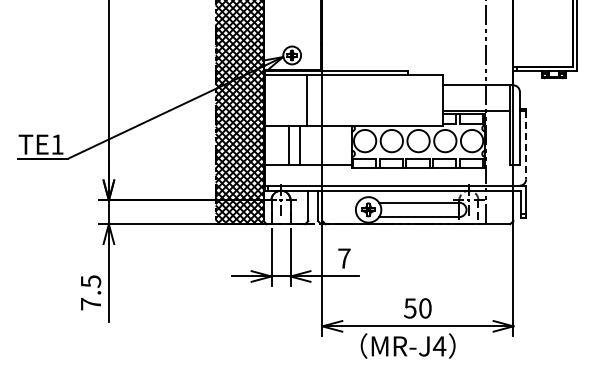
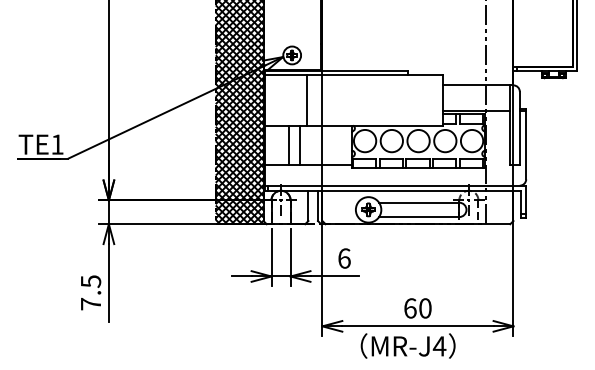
line at (526, 145): dashed -> solid
text at (344, 258): 7 -> 6
text at (409, 308): 50 -> 60
